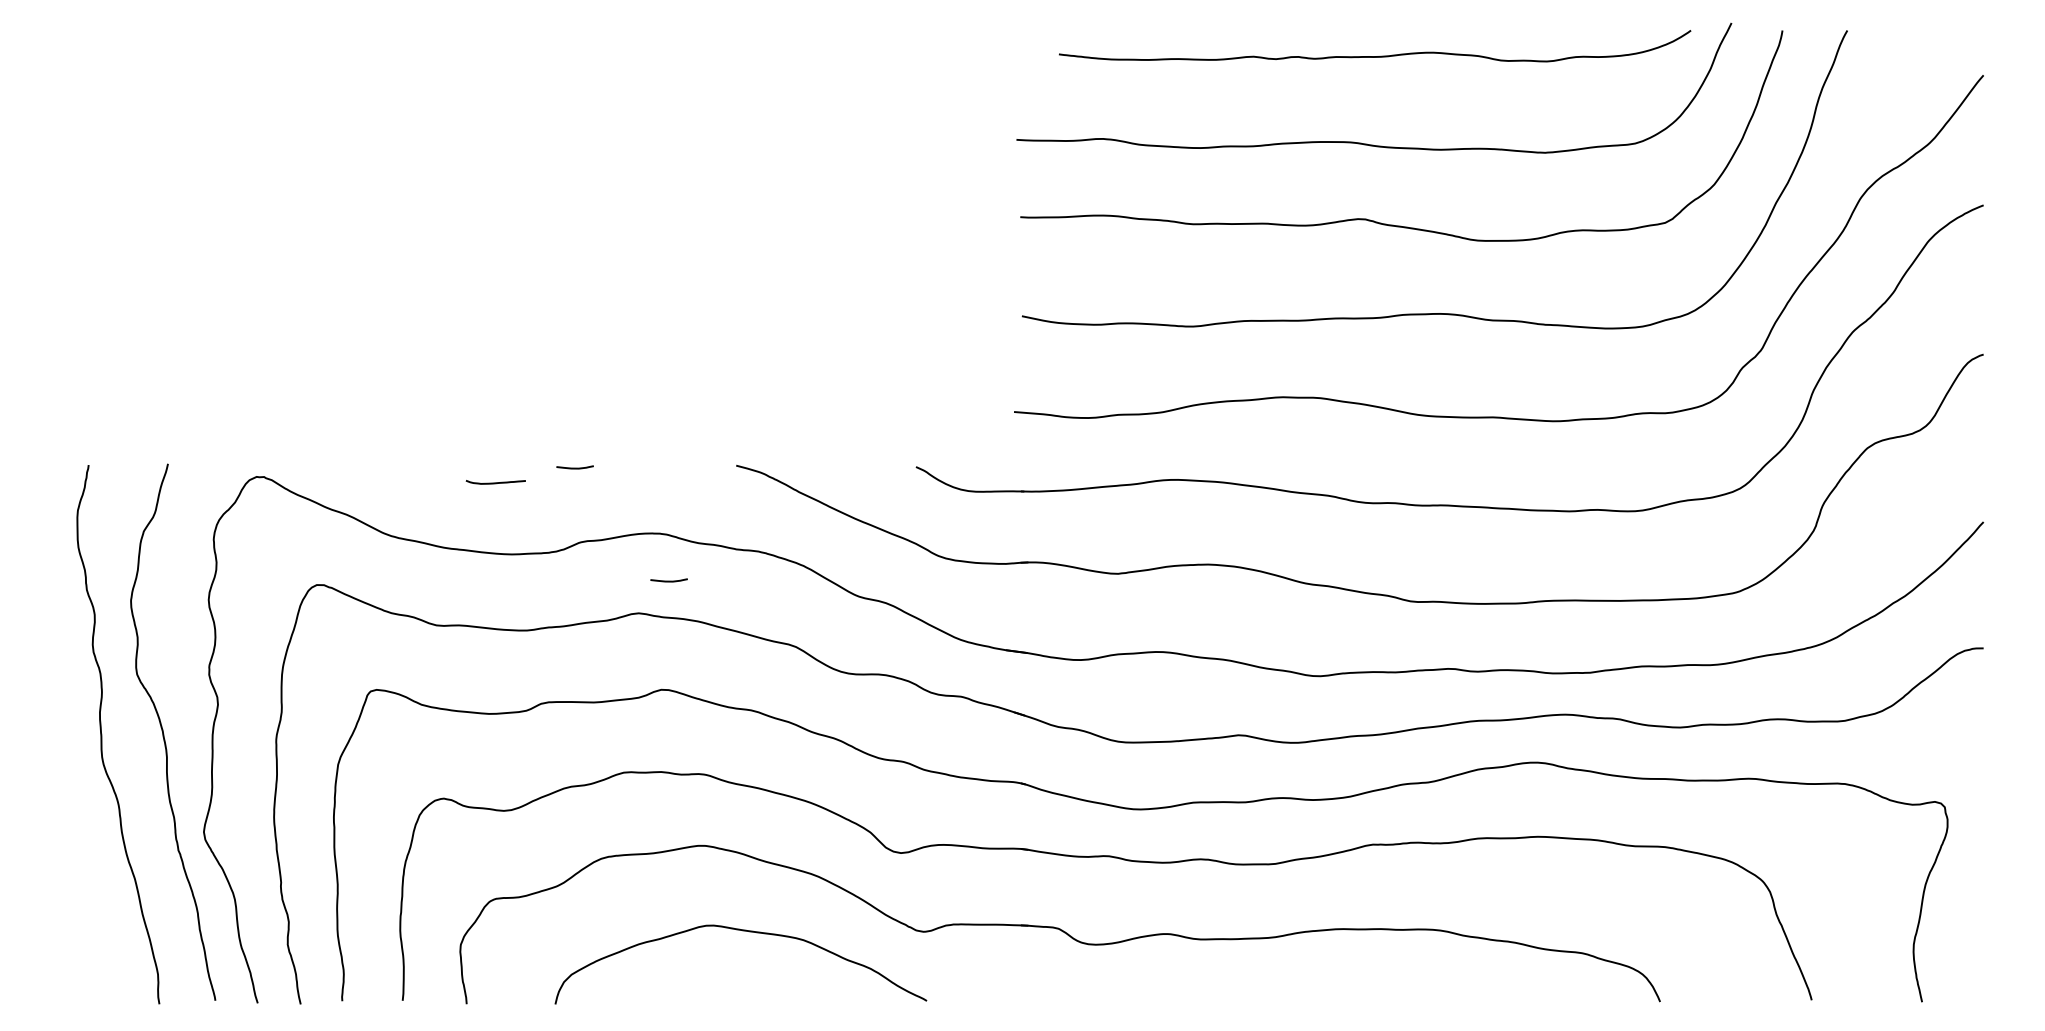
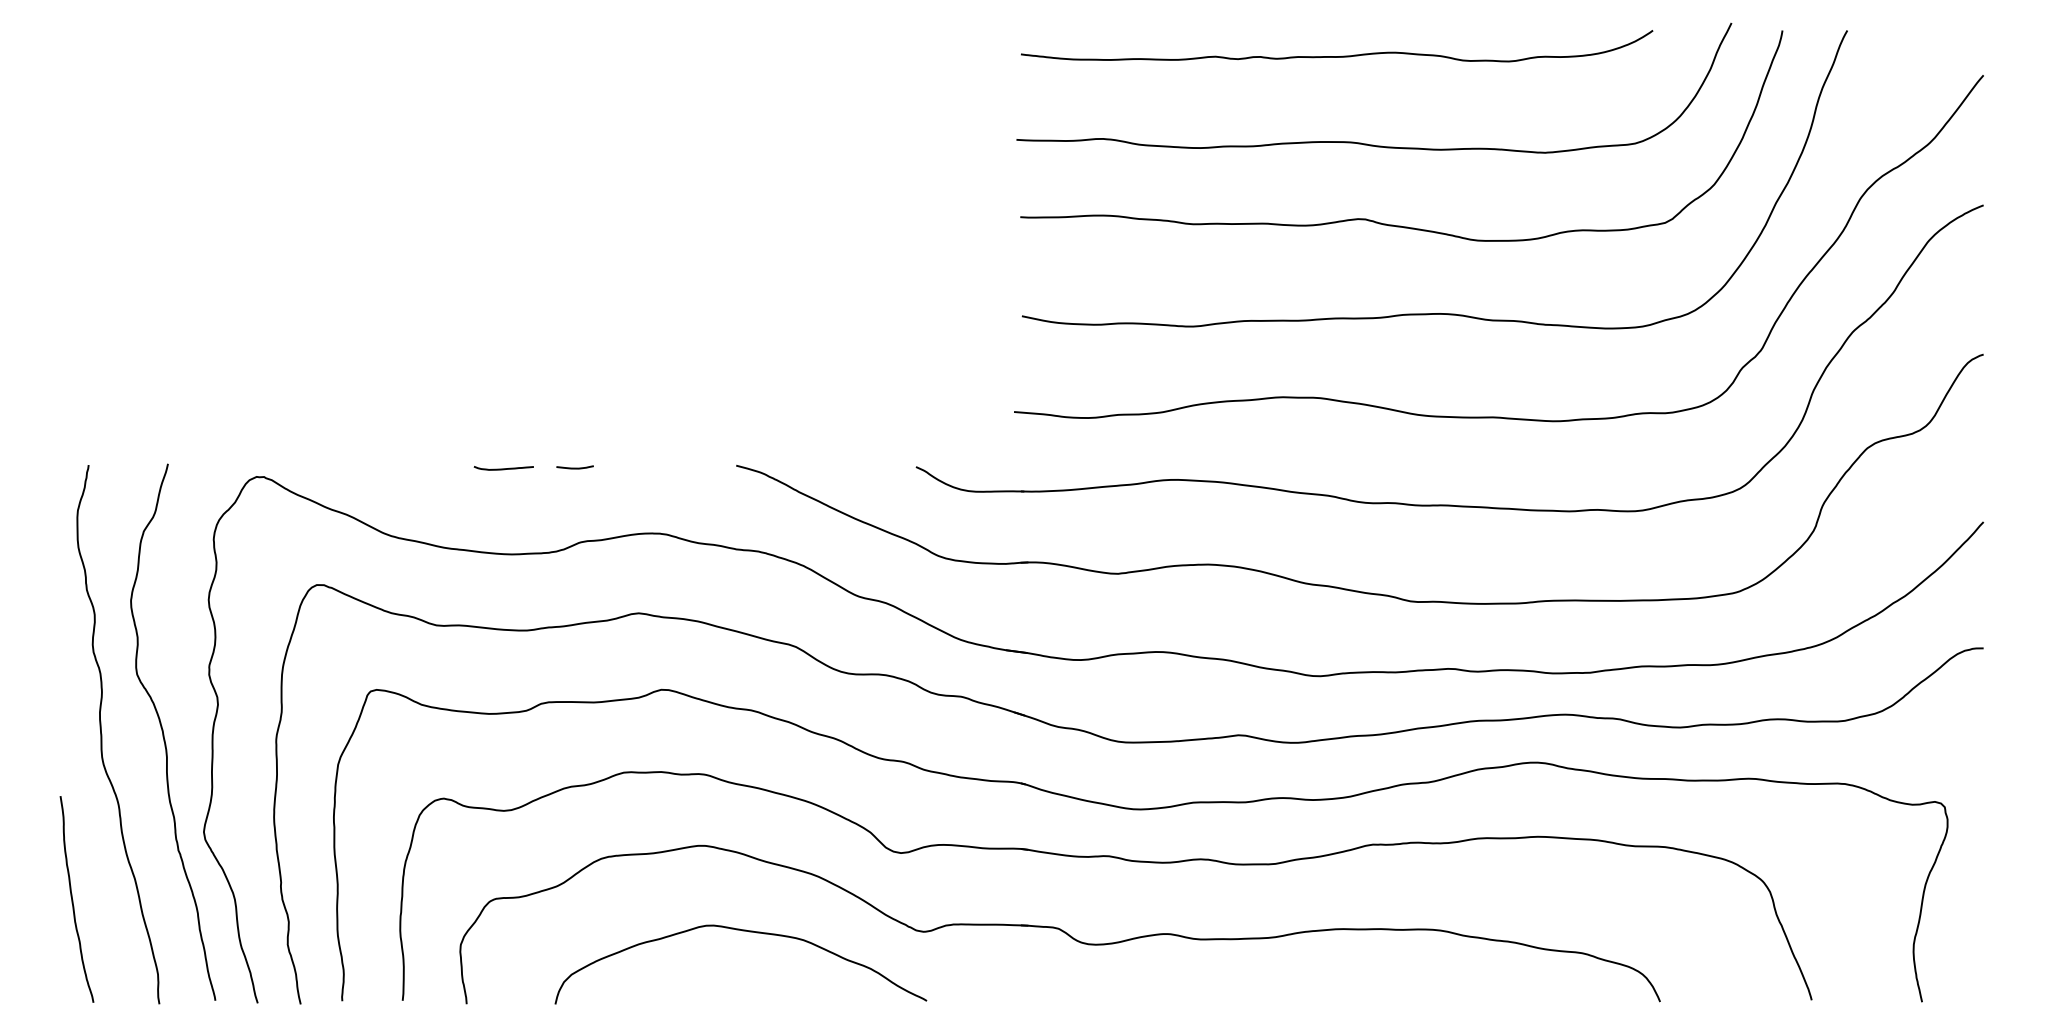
curve at (1375, 56) position: (1375, 56) -> (1337, 56)
curve at (495, 482) position: (495, 482) -> (503, 468)
curve at (668, 580): present -> none
curve at (73, 900): none -> present
